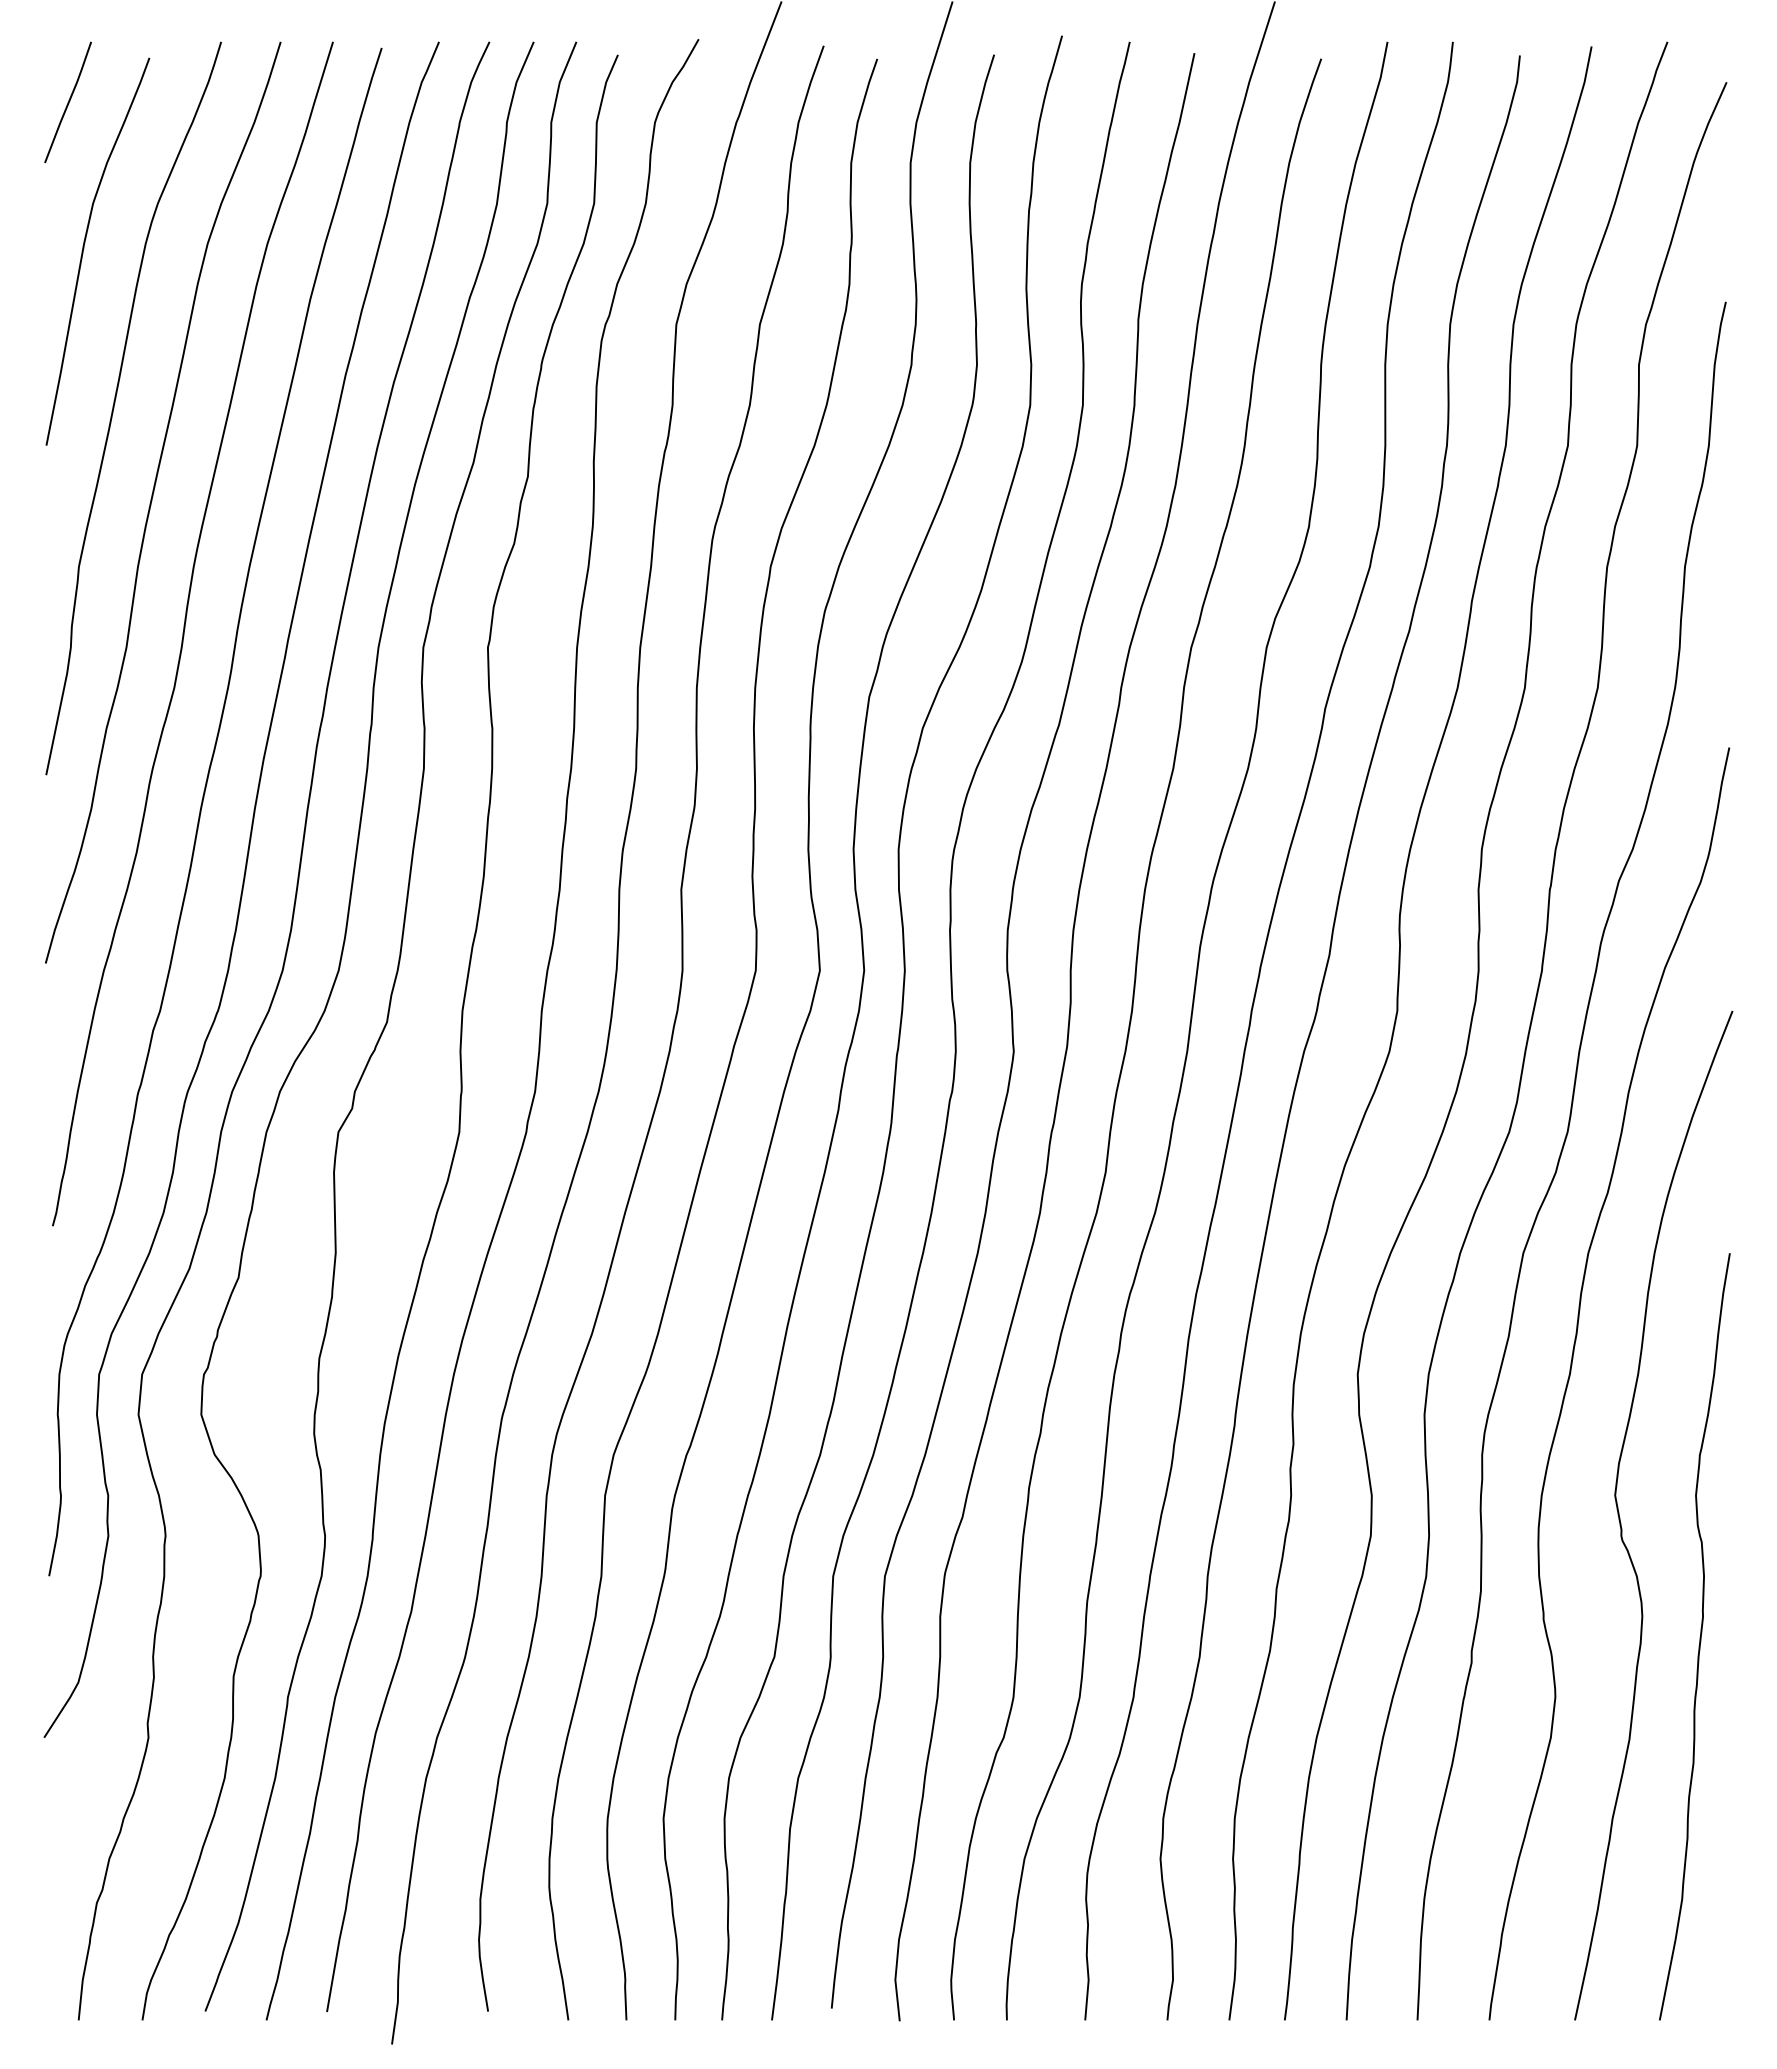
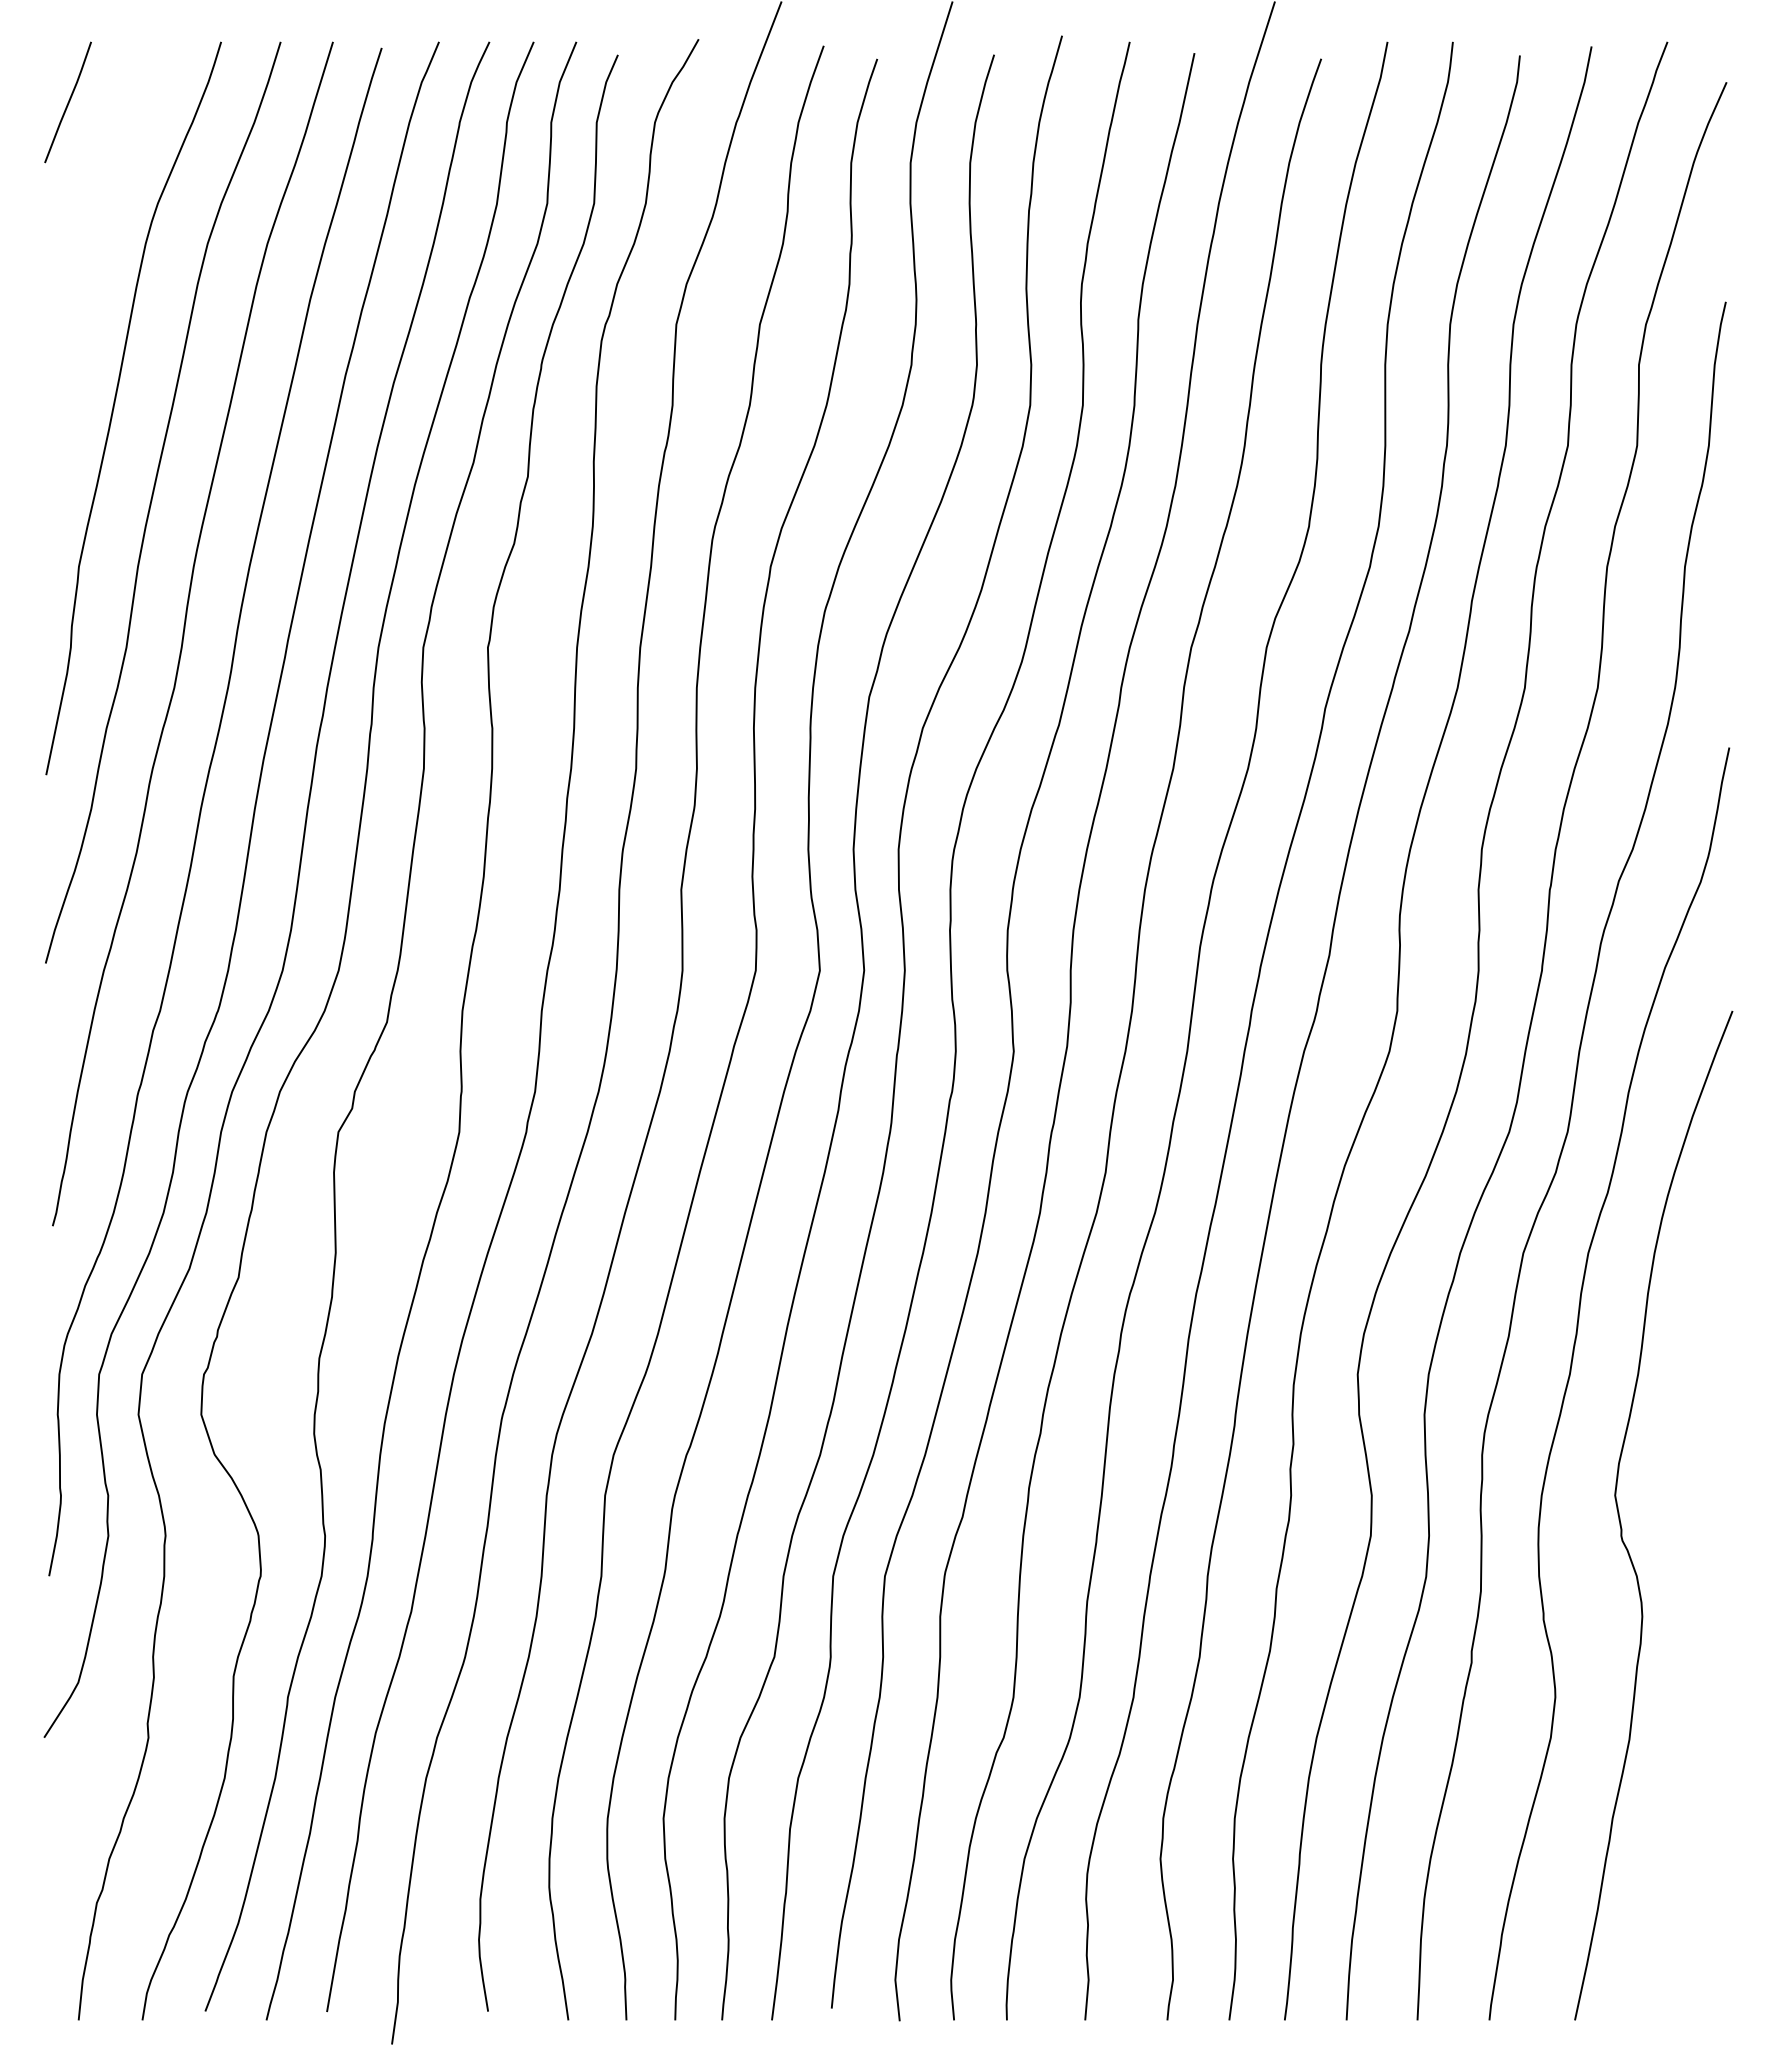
curve at (84, 248): present -> none
curve at (1699, 1637): present -> none
